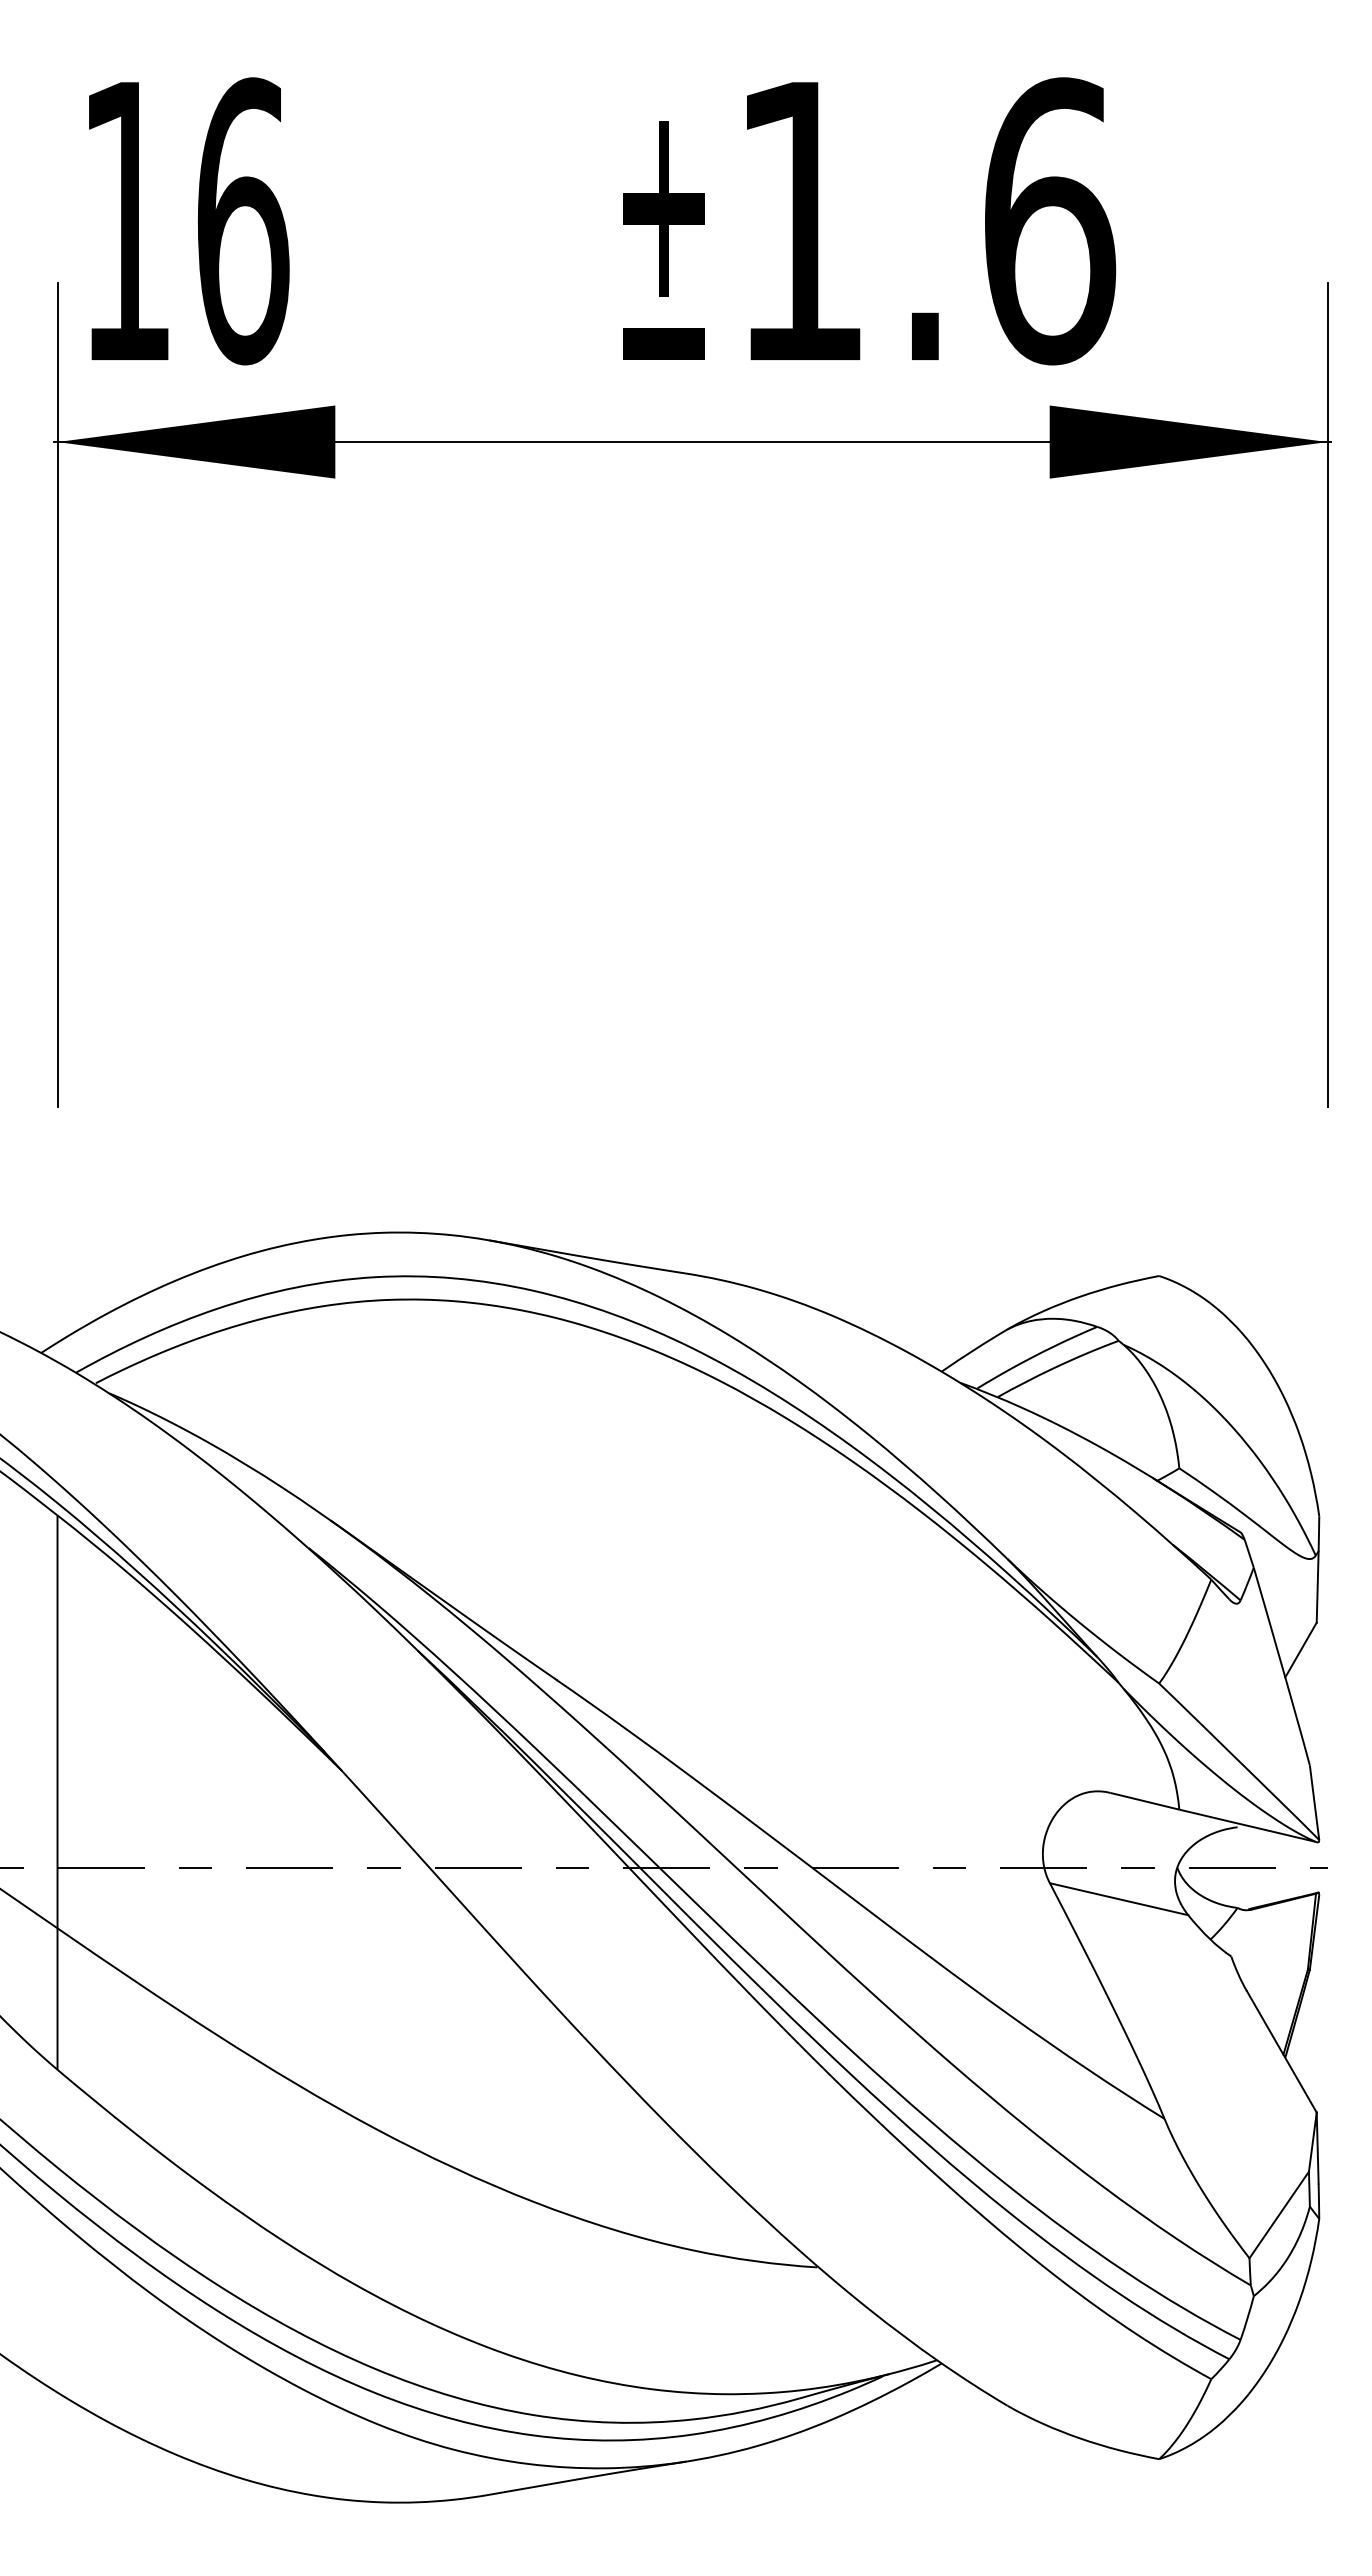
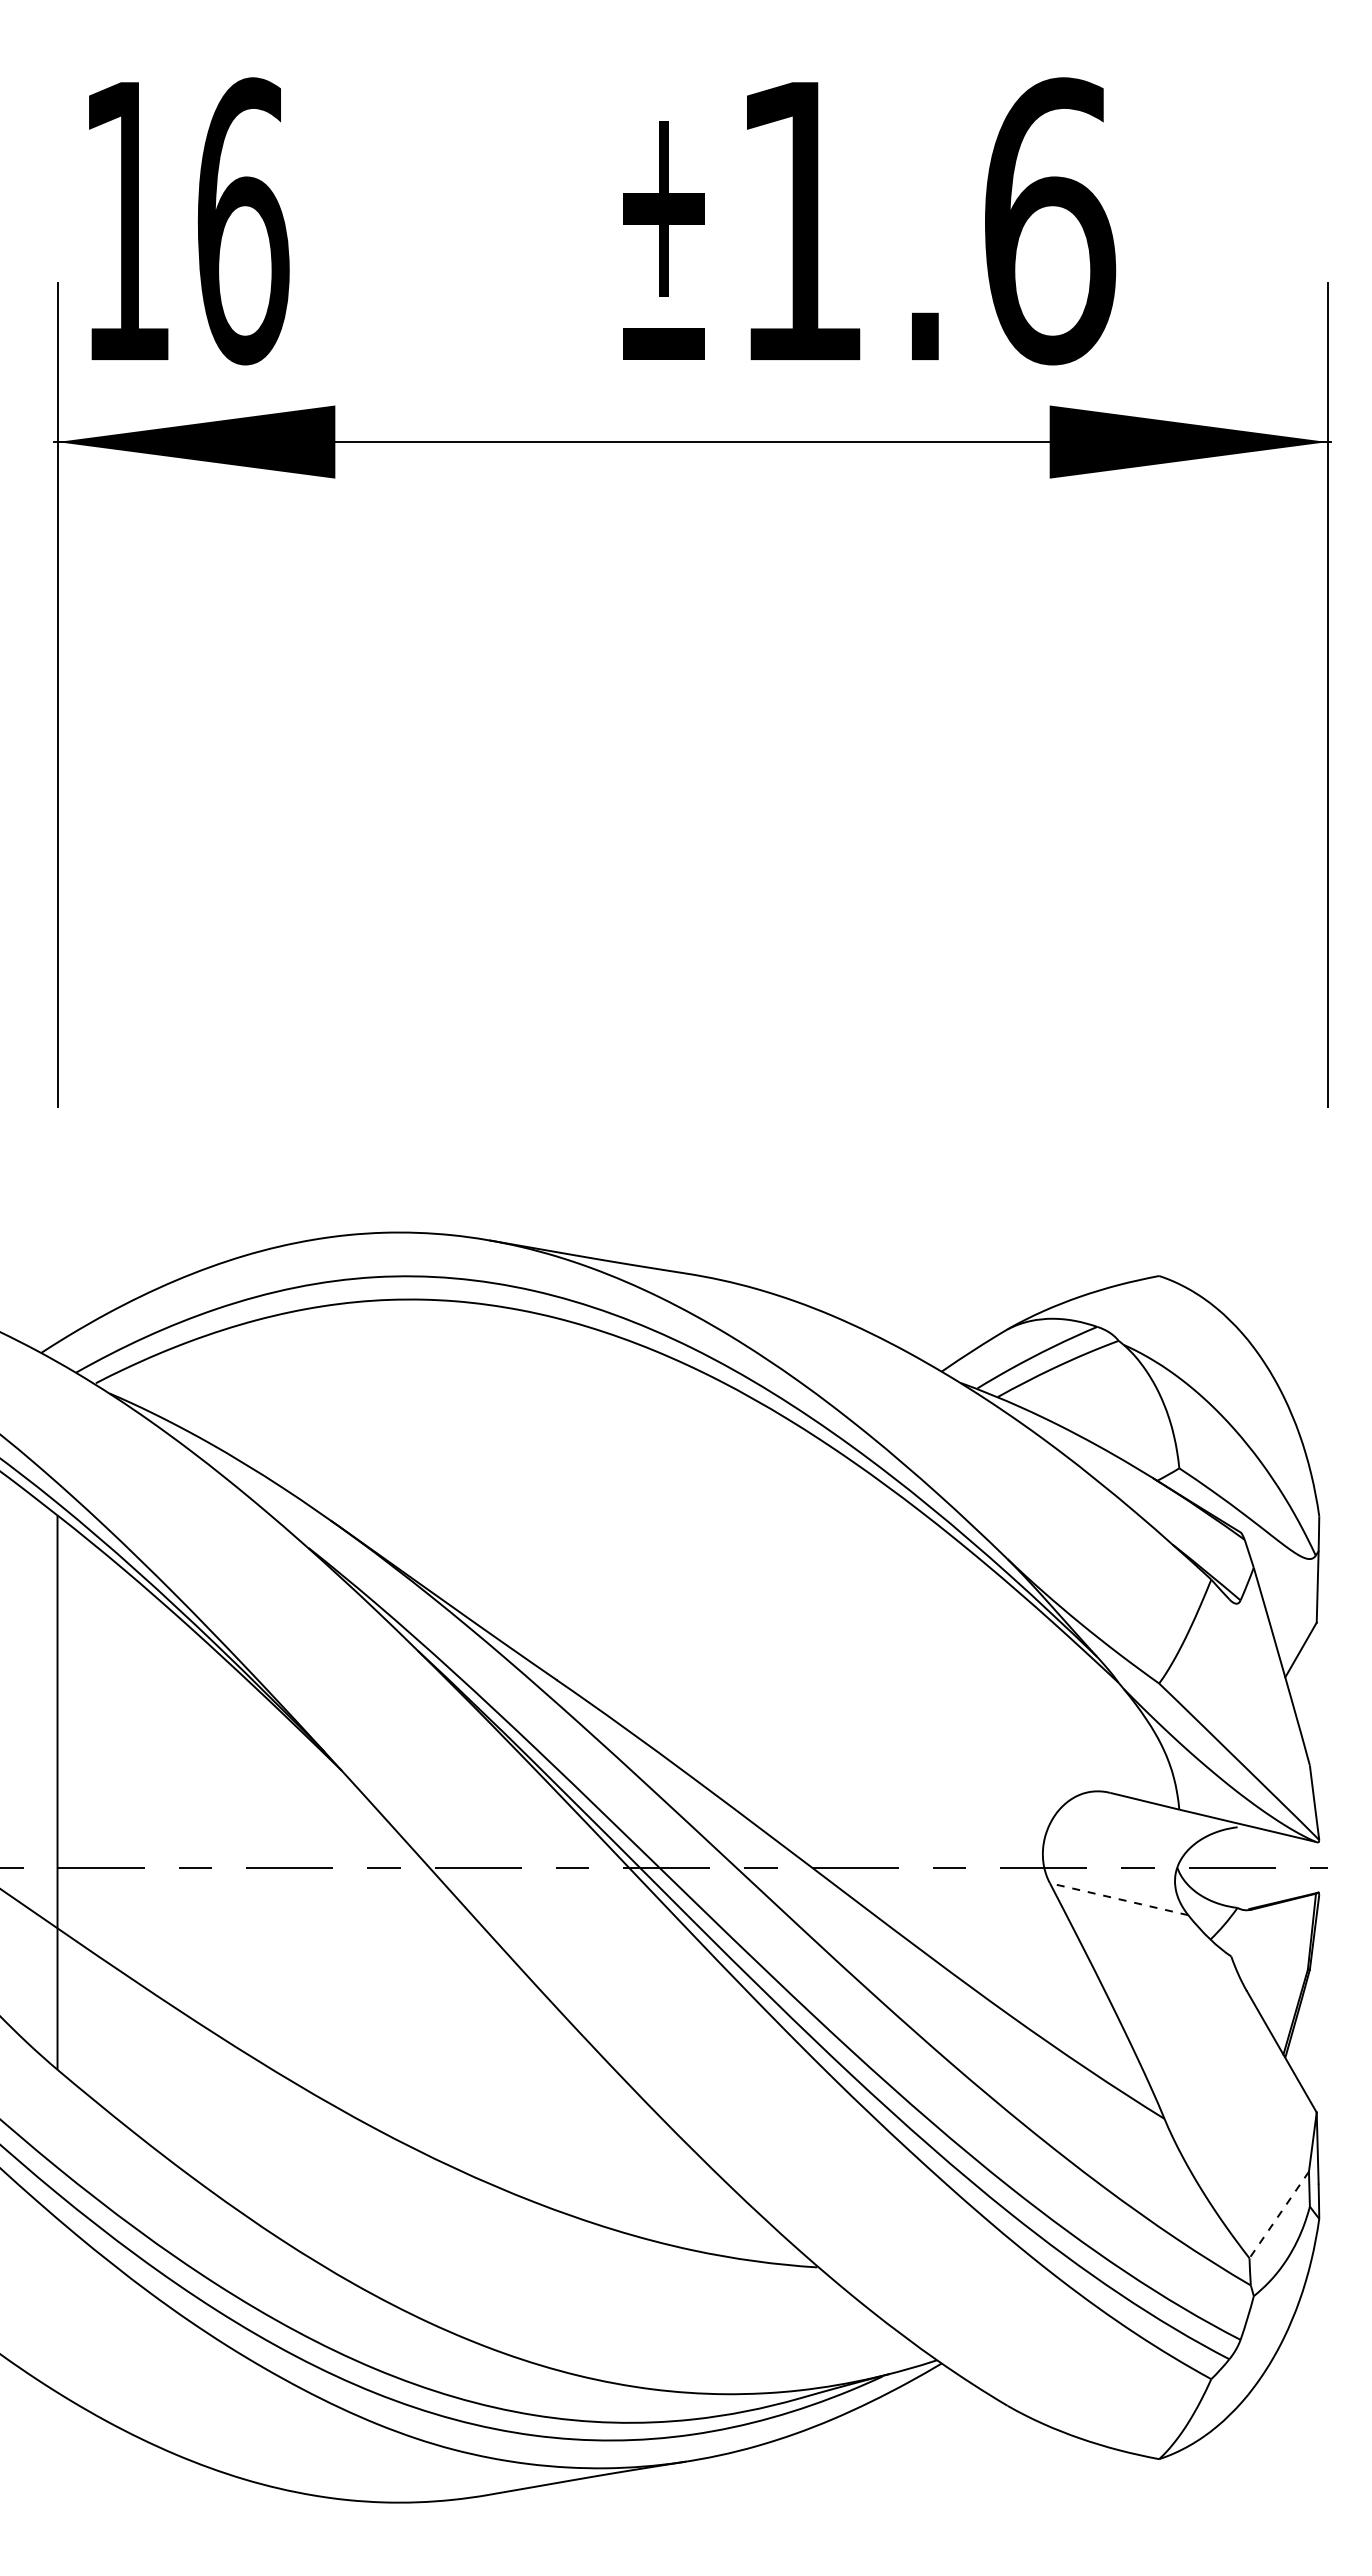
line at (1118, 1899): solid -> dashed
line at (1279, 2214): solid -> dashed
